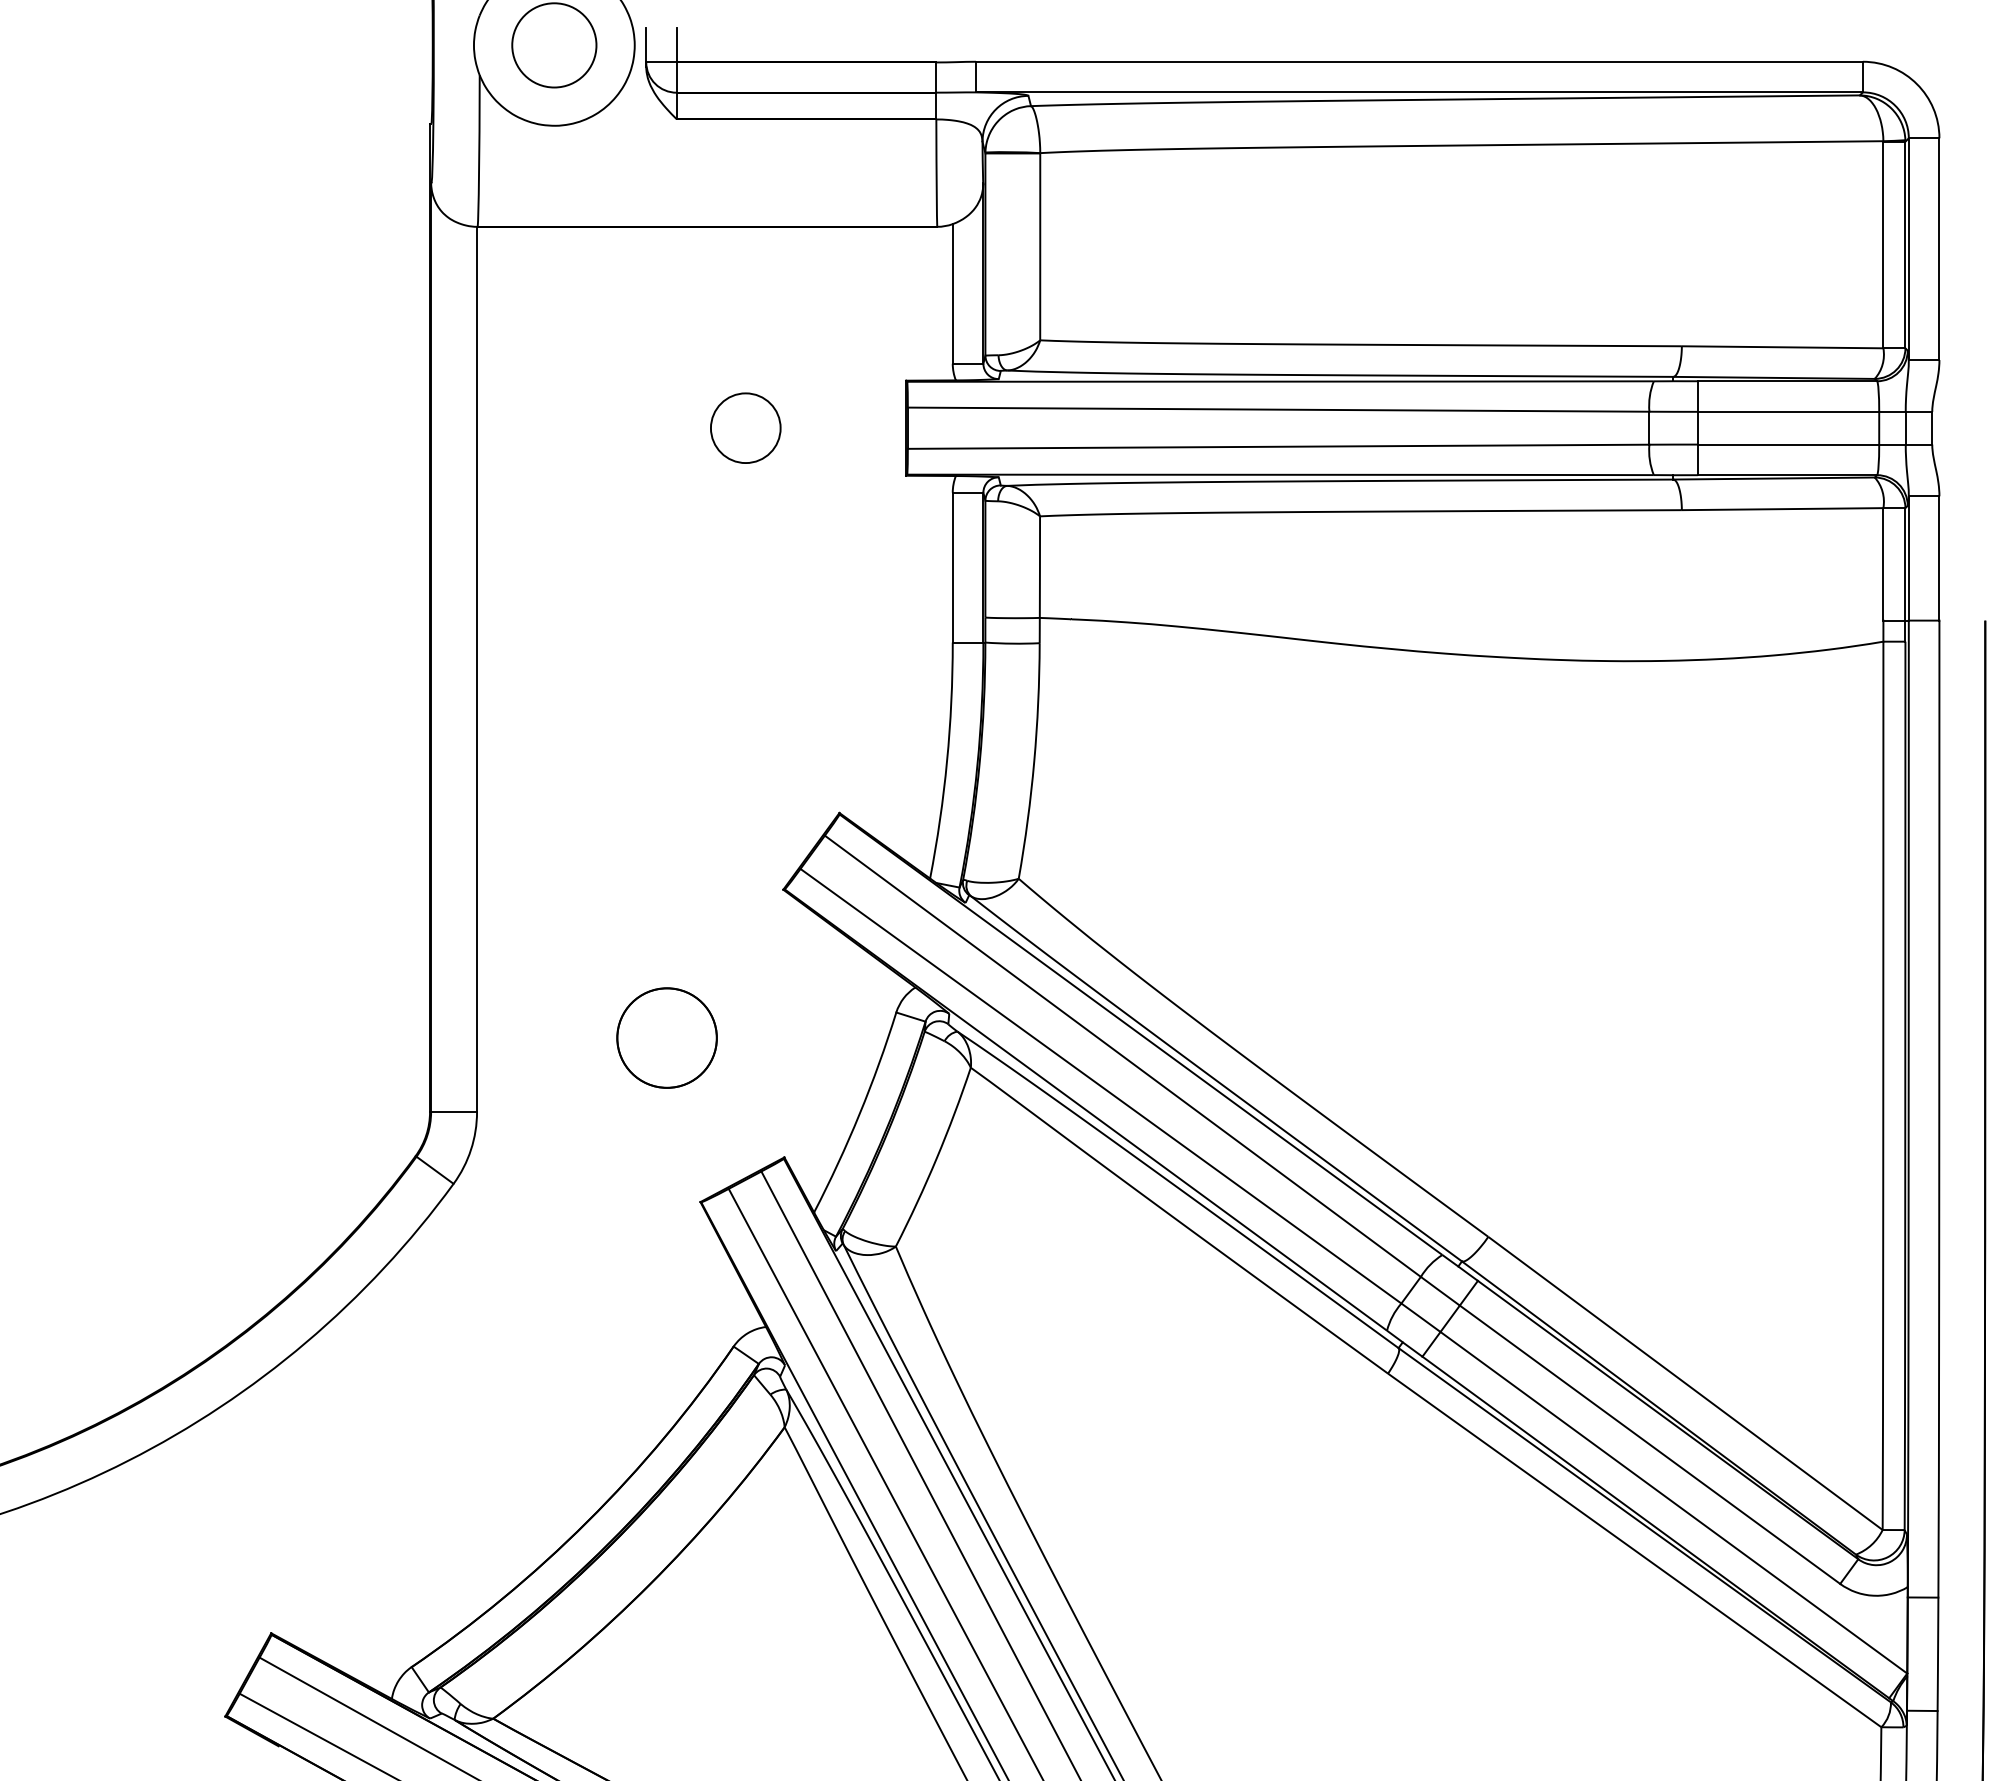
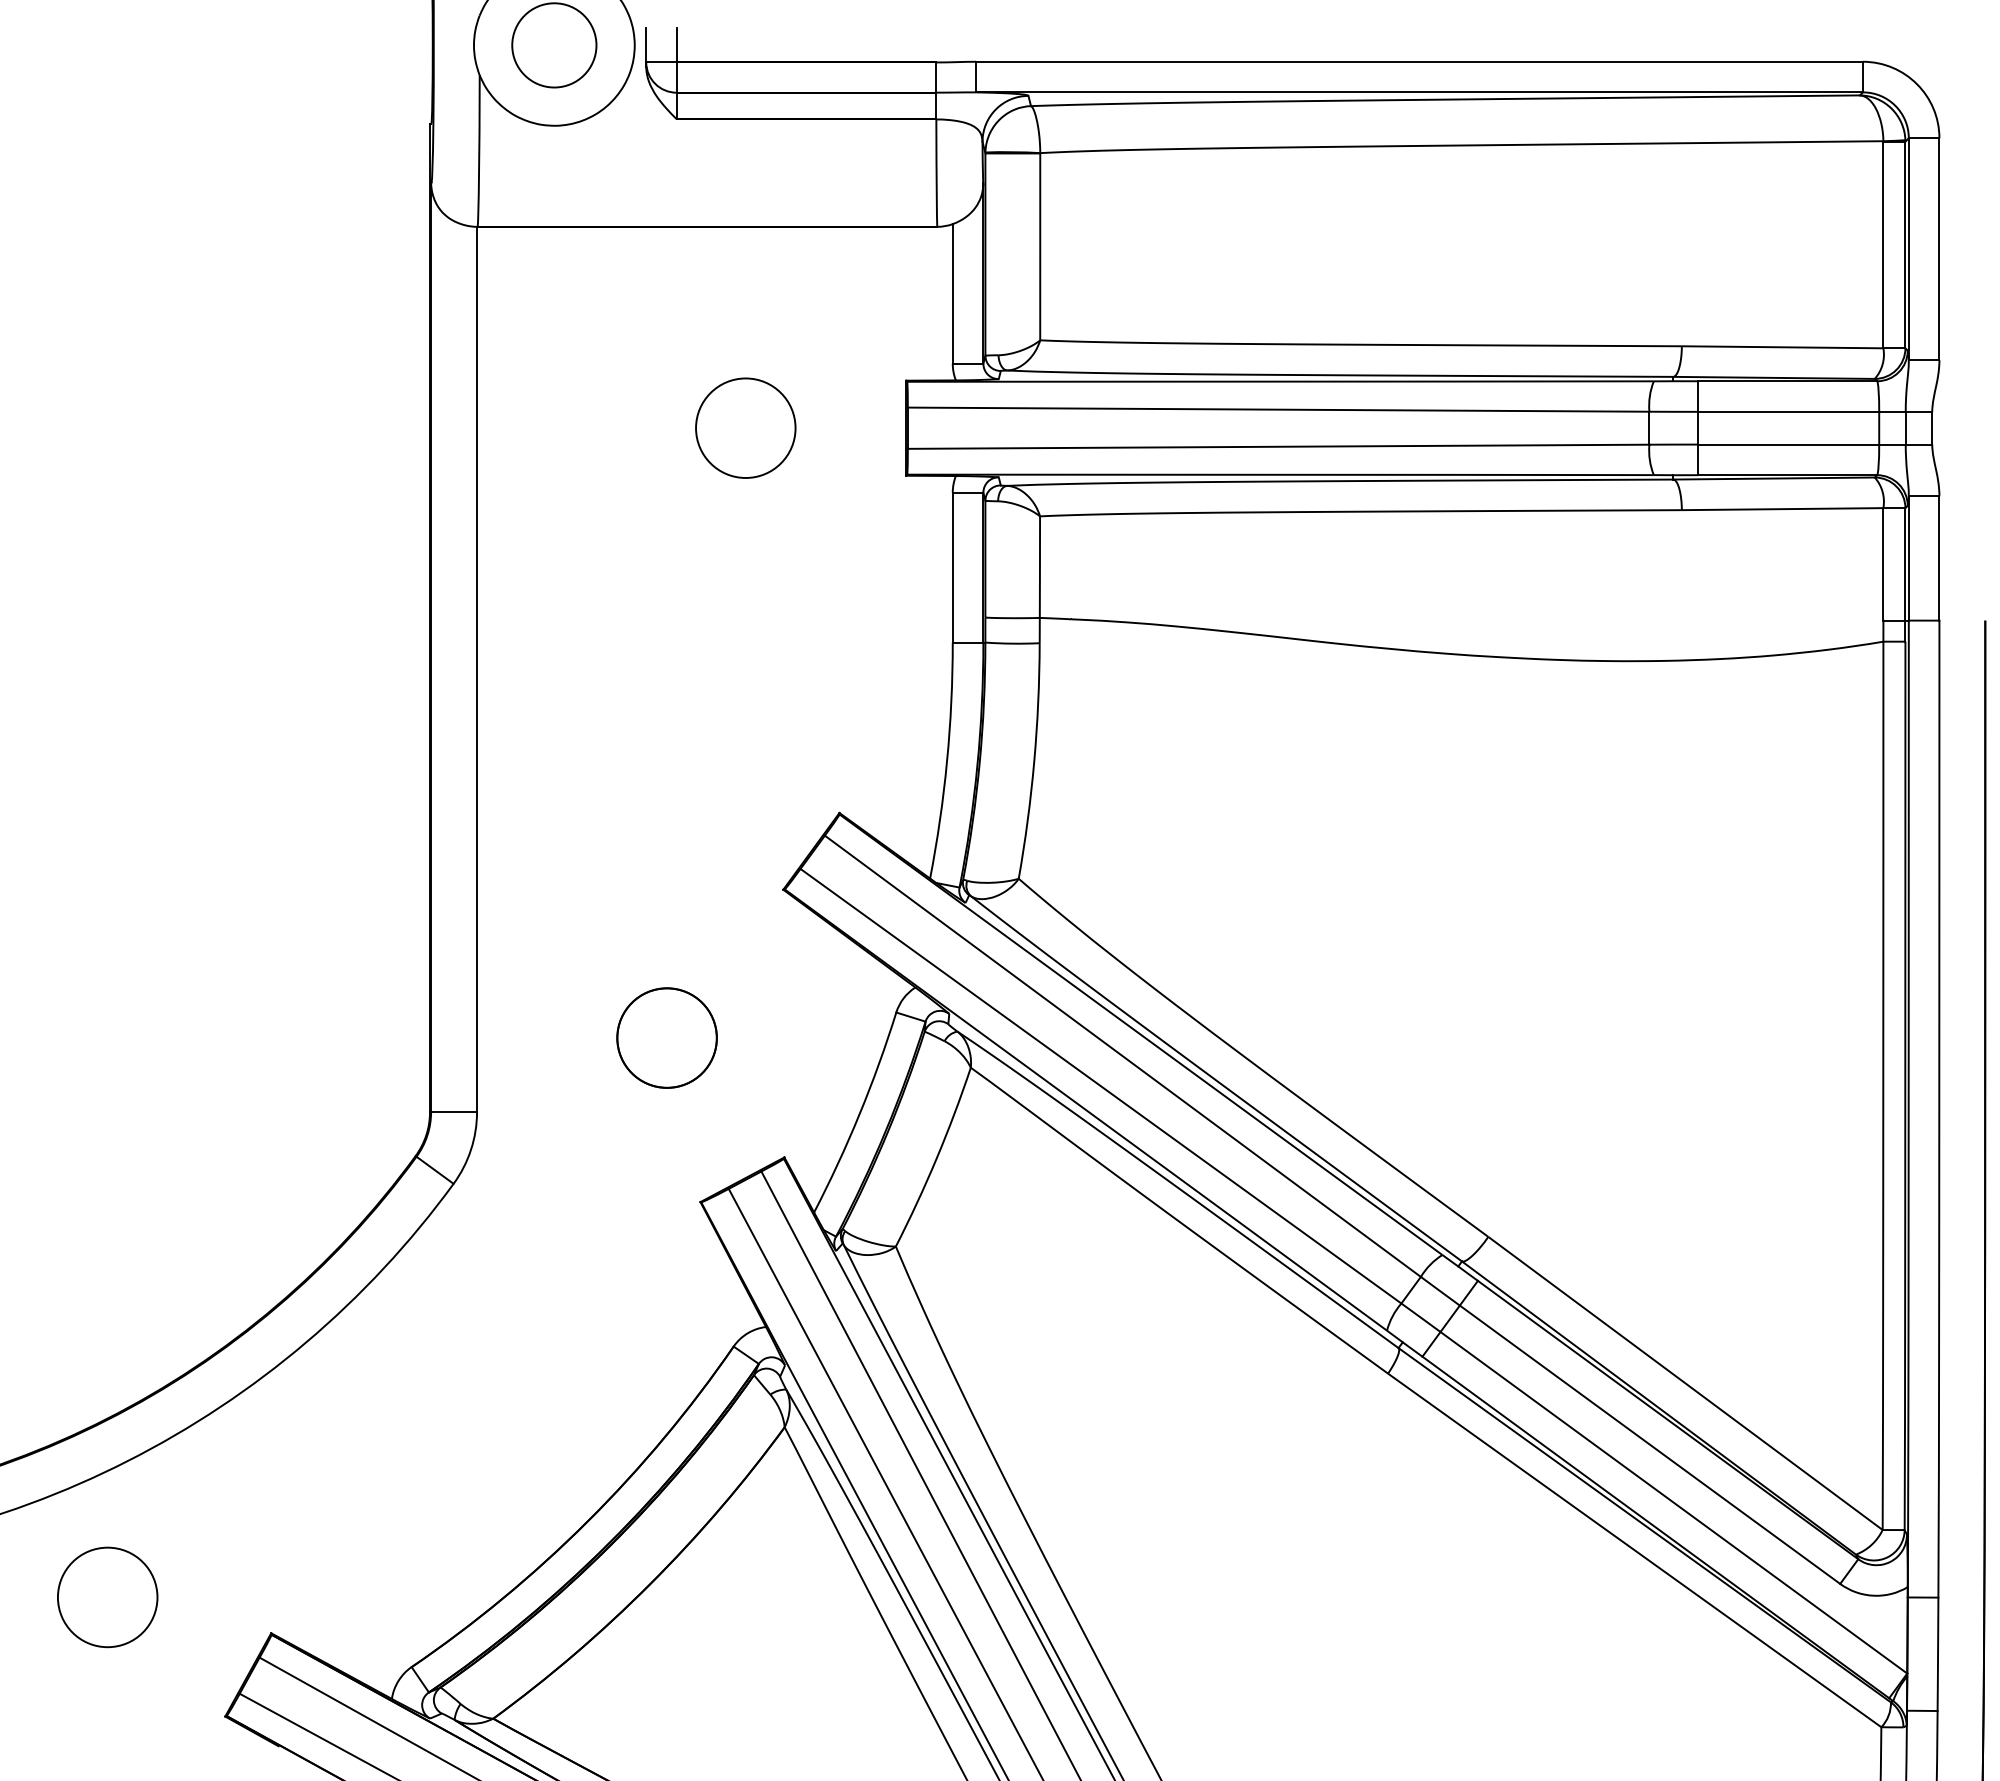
circle at (745, 428) diameter: 70 px -> 100 px
circle at (107, 1597): none -> present
